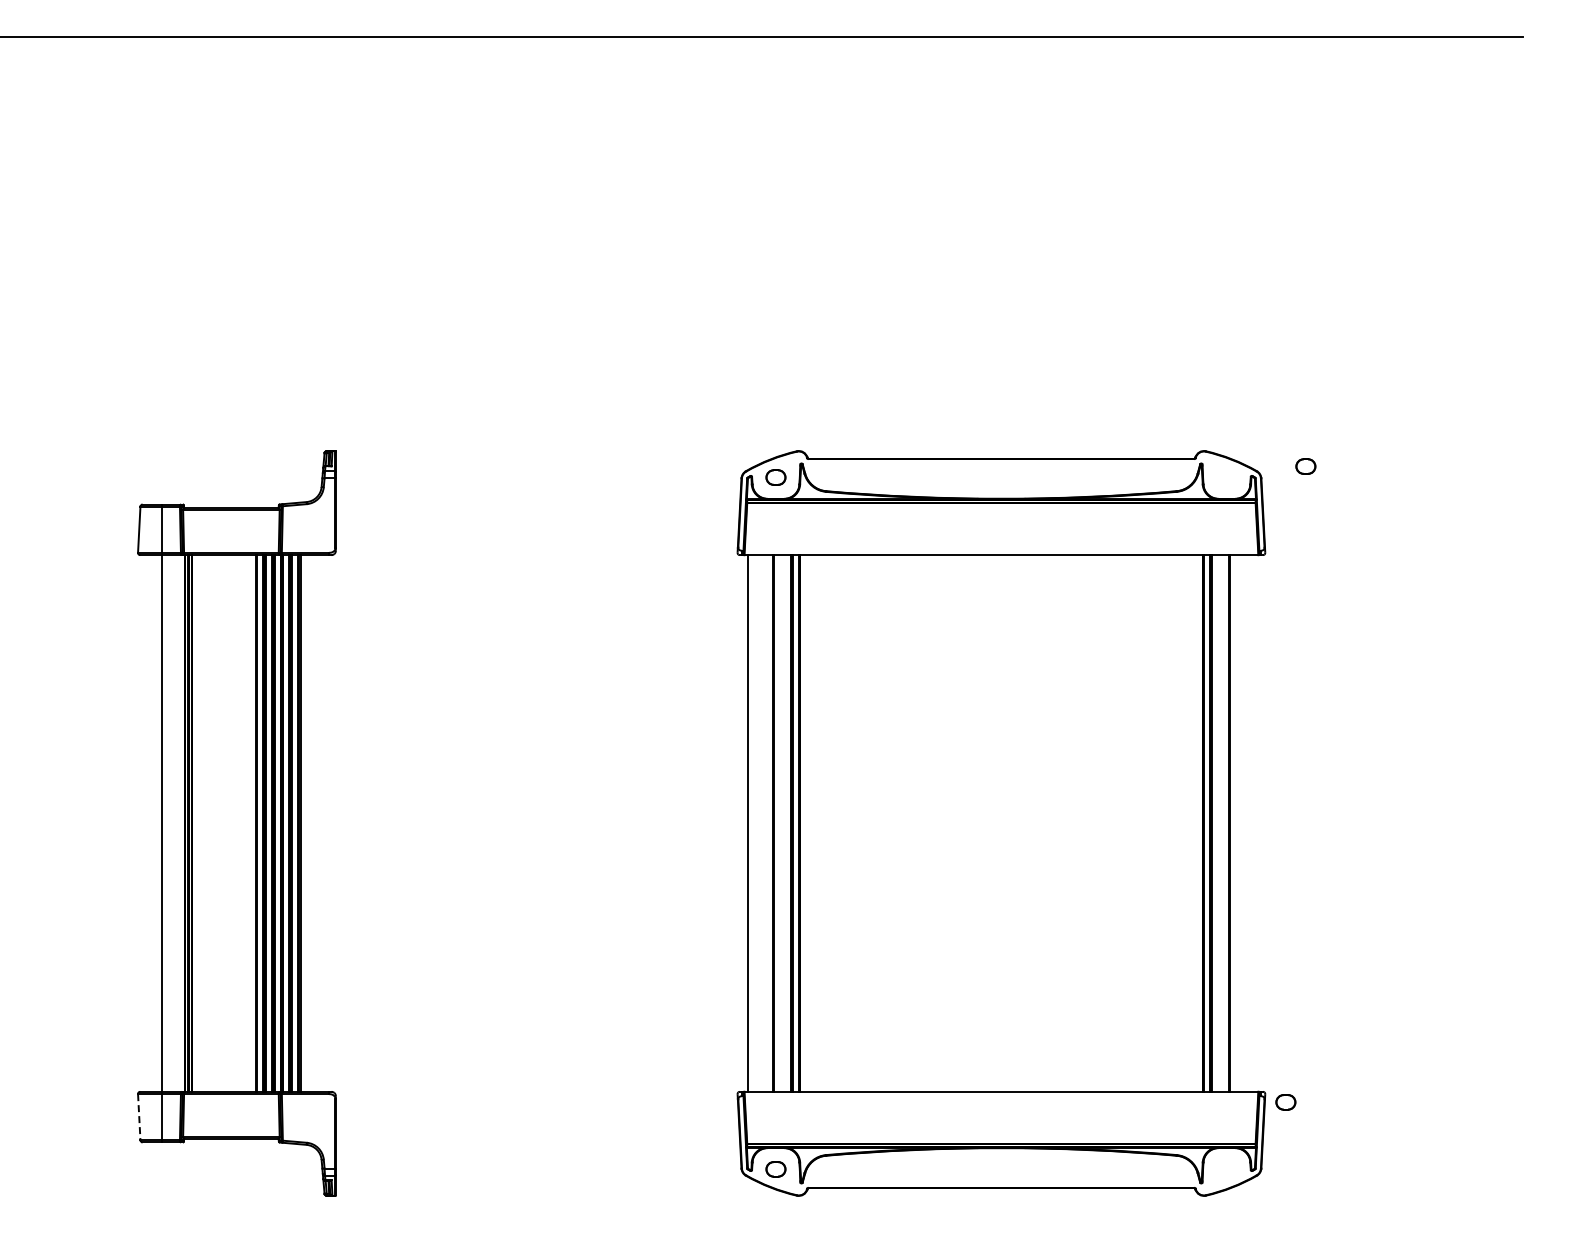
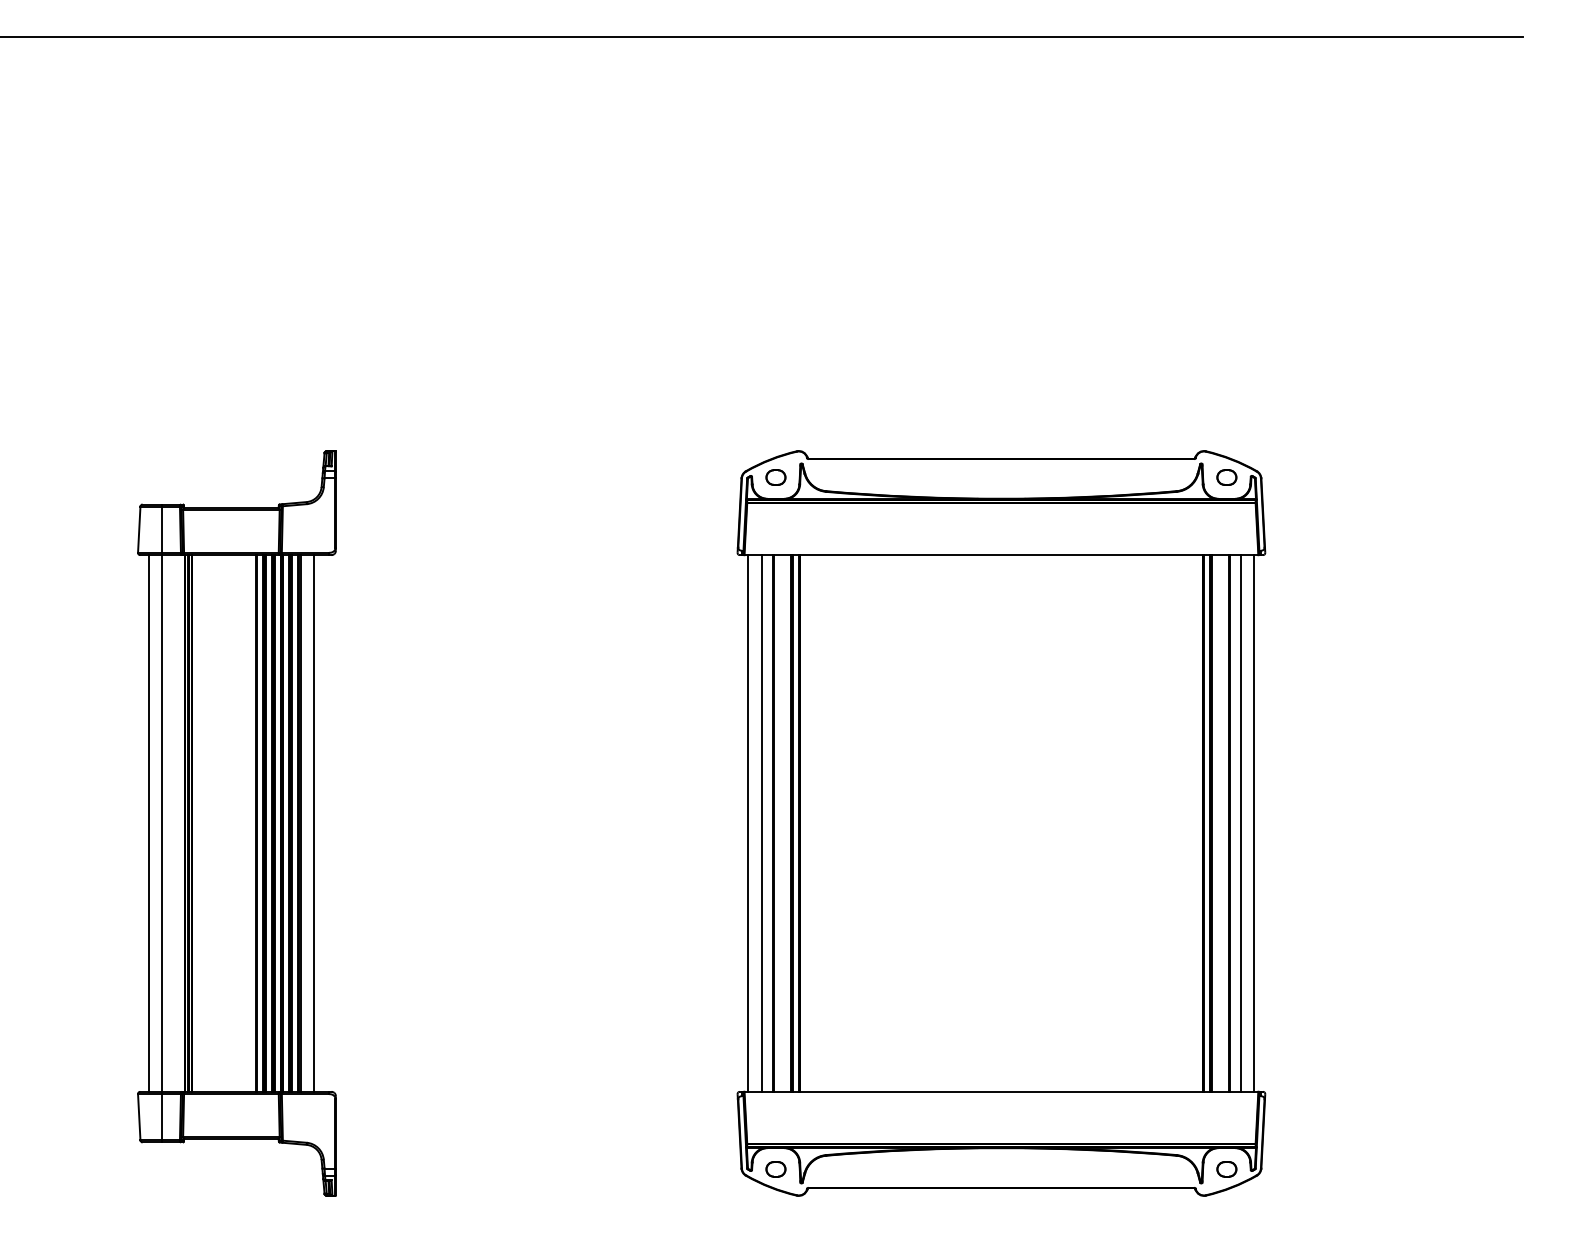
part at (1305, 466) position: (1305, 466) -> (1226, 477)
line at (148, 823): none -> present
line at (313, 823): none -> present
line at (761, 823): none -> present
line at (1241, 823): none -> present
line at (1254, 823): none -> present
part at (1285, 1102) position: (1285, 1102) -> (1226, 1169)
line at (139, 1117): dashed -> solid
